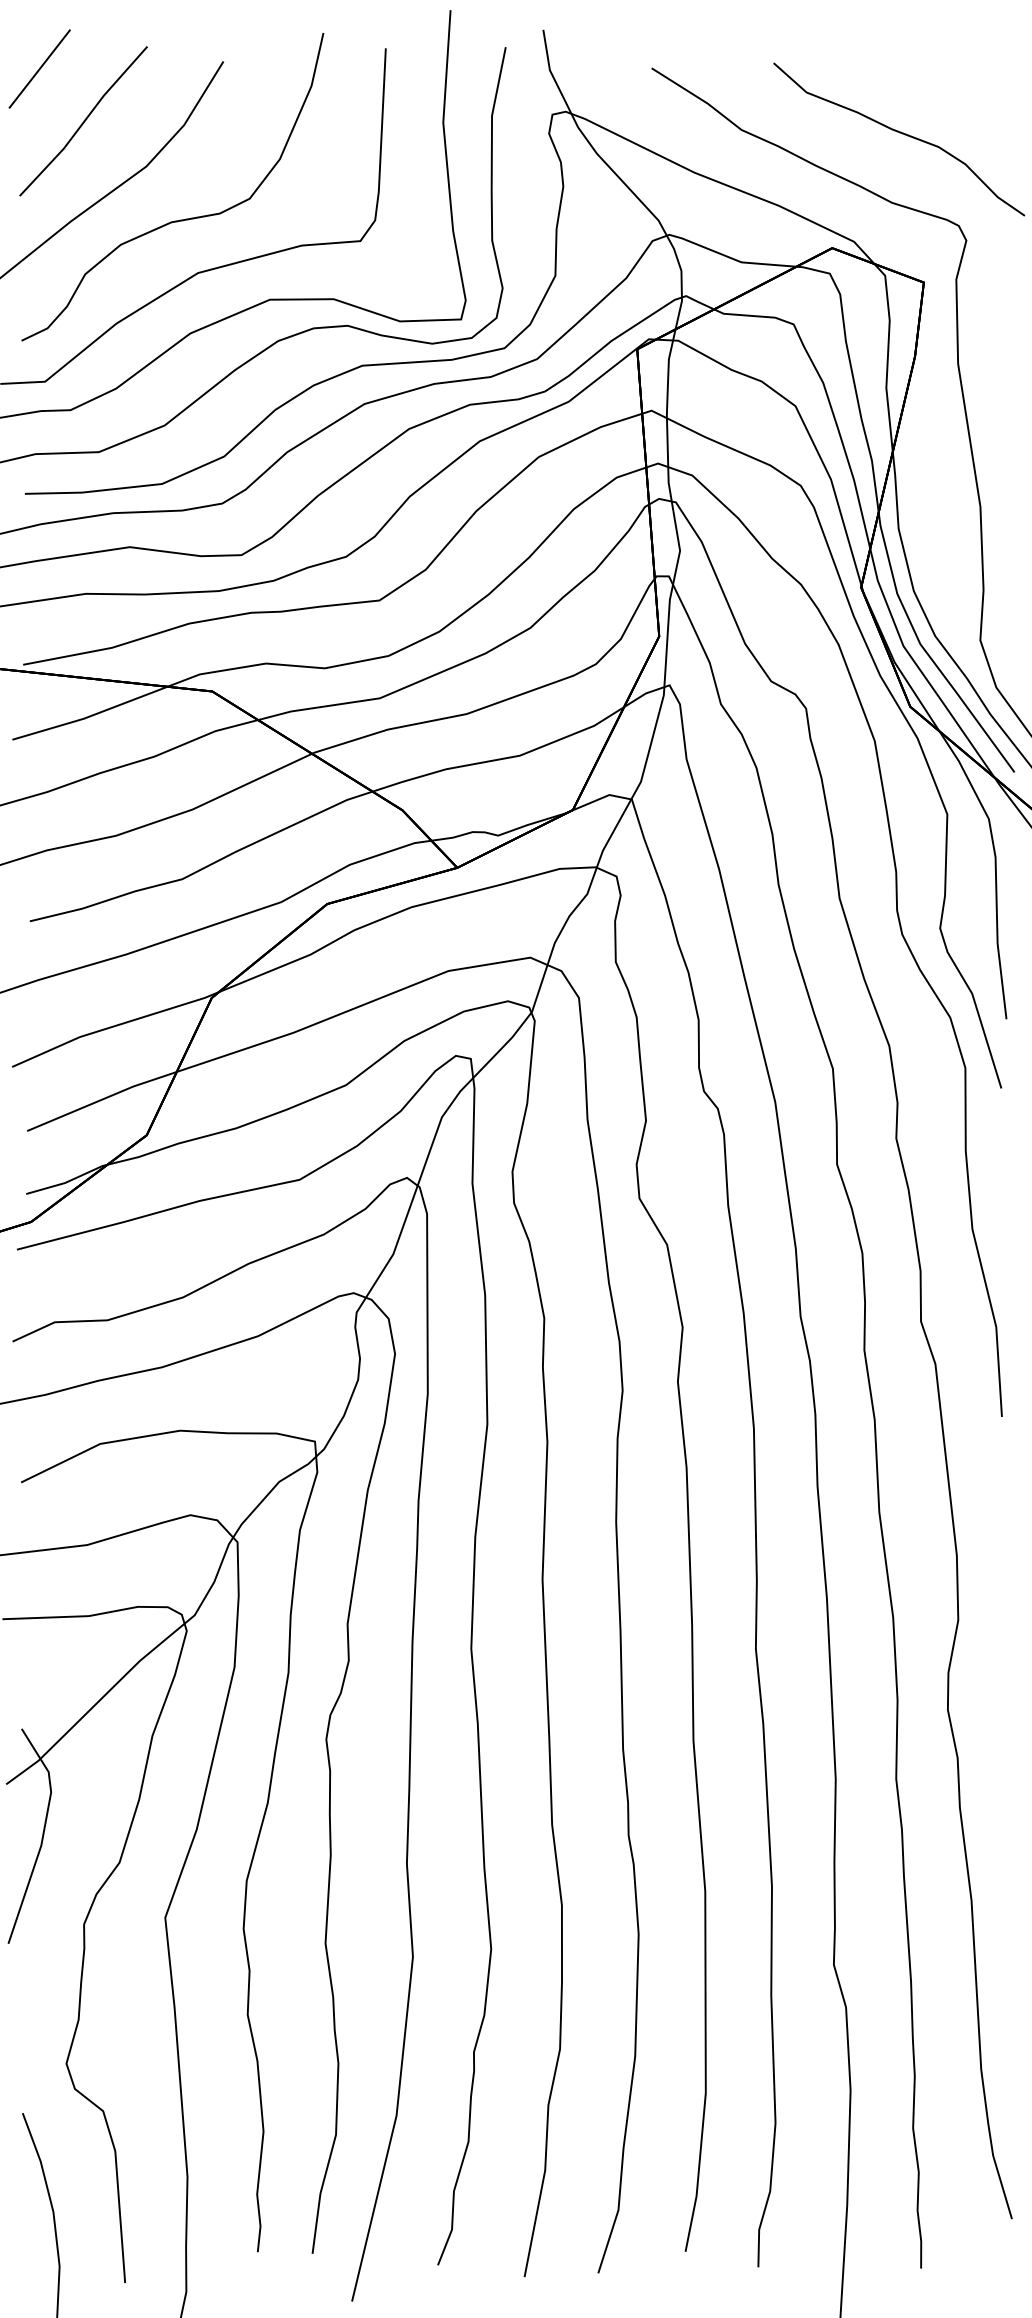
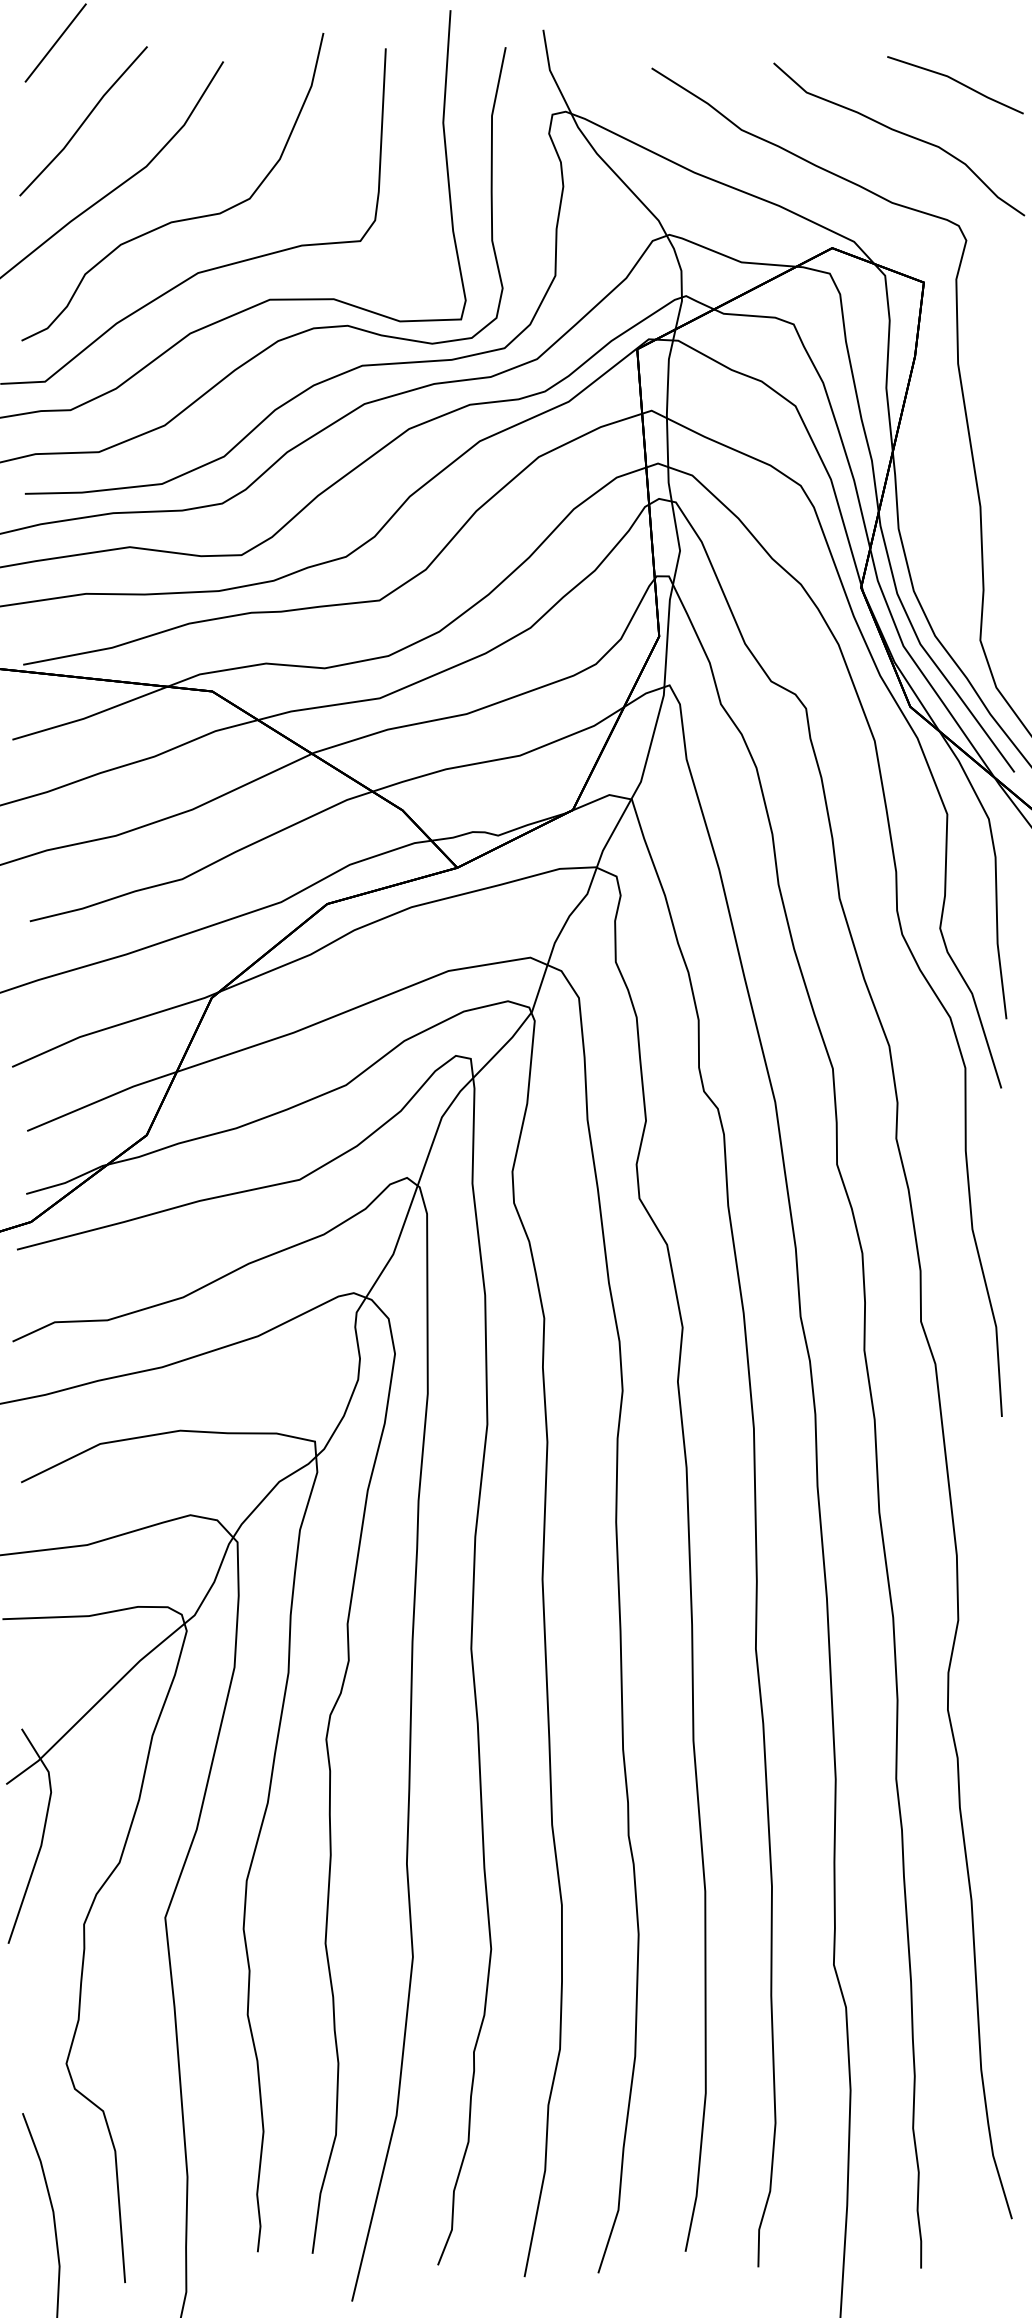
line at (39, 68) position: (39, 68) -> (55, 42)
line at (956, 82): none -> present
